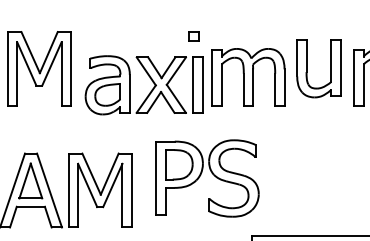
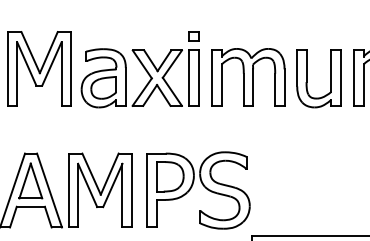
part at (307, 68) position: (307, 68) -> (307, 78)
part at (151, 89) position: (151, 89) -> (147, 82)
part at (211, 173) position: (211, 173) -> (202, 185)
